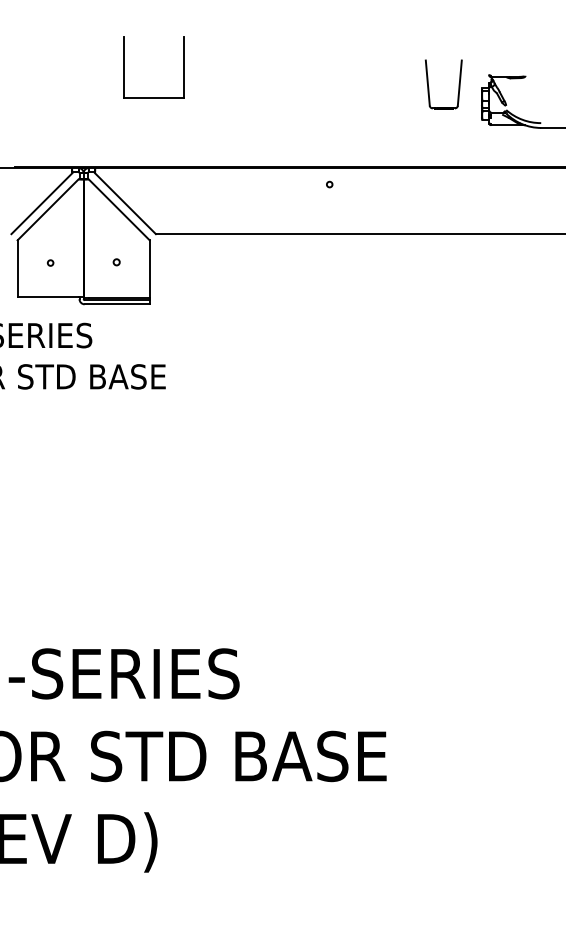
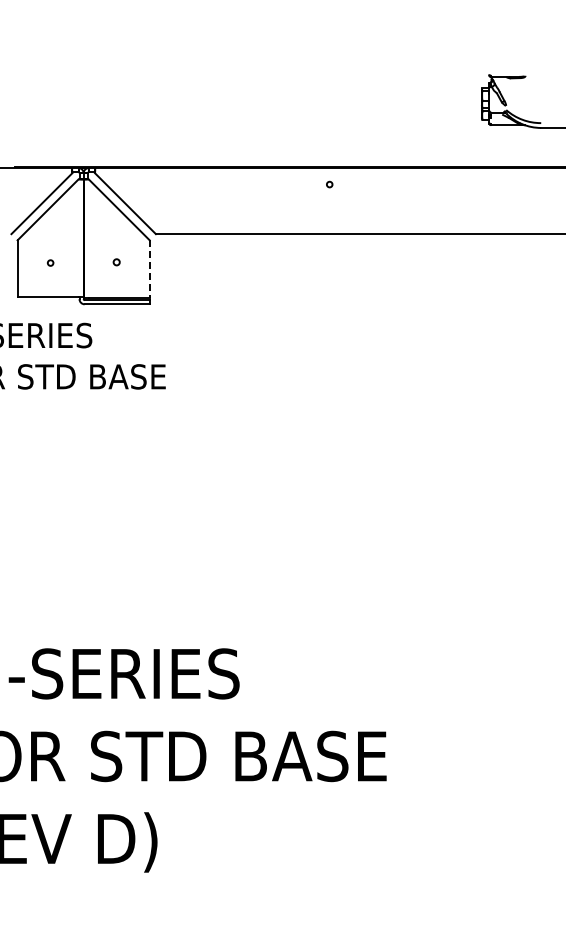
part at (124, 67): present -> none
part at (429, 87): present -> none
line at (149, 269): solid -> dashed
